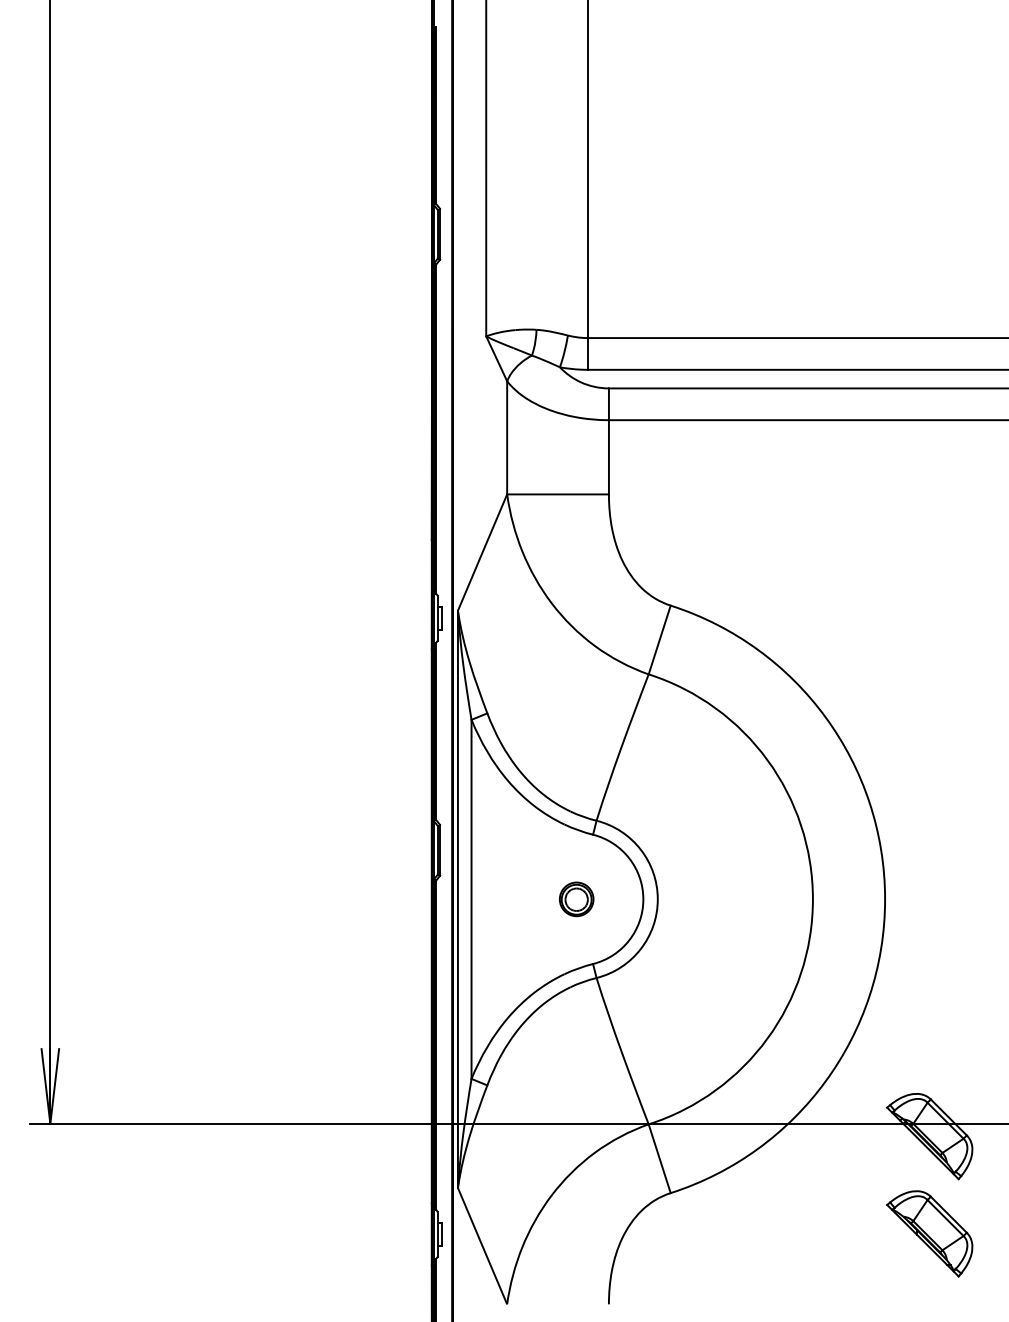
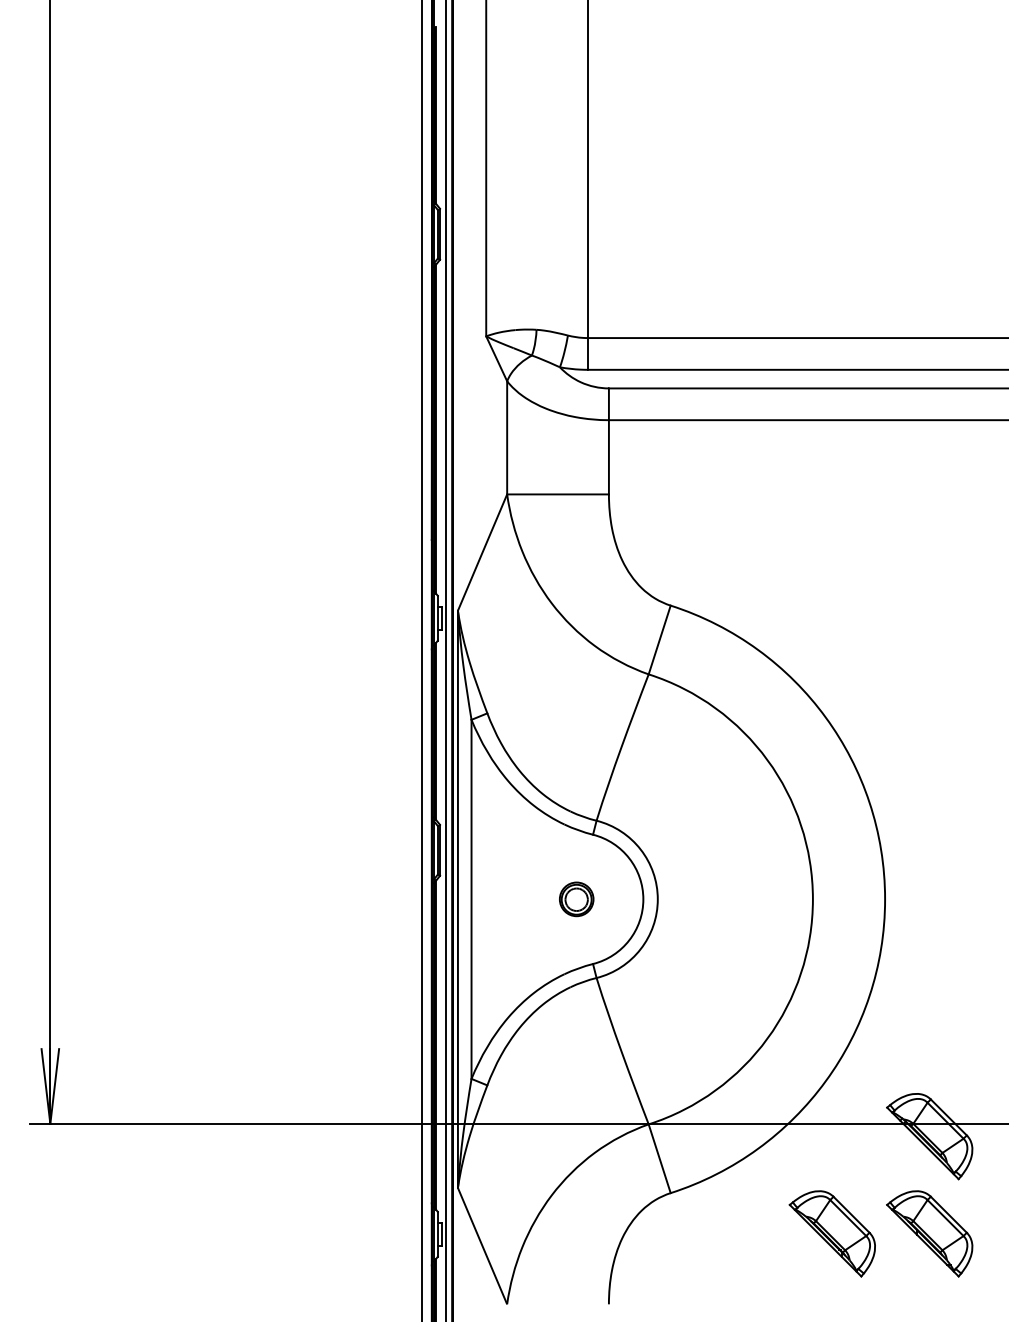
line at (421, 660): none -> present
line at (446, 660): none -> present
part at (831, 1233): none -> present
